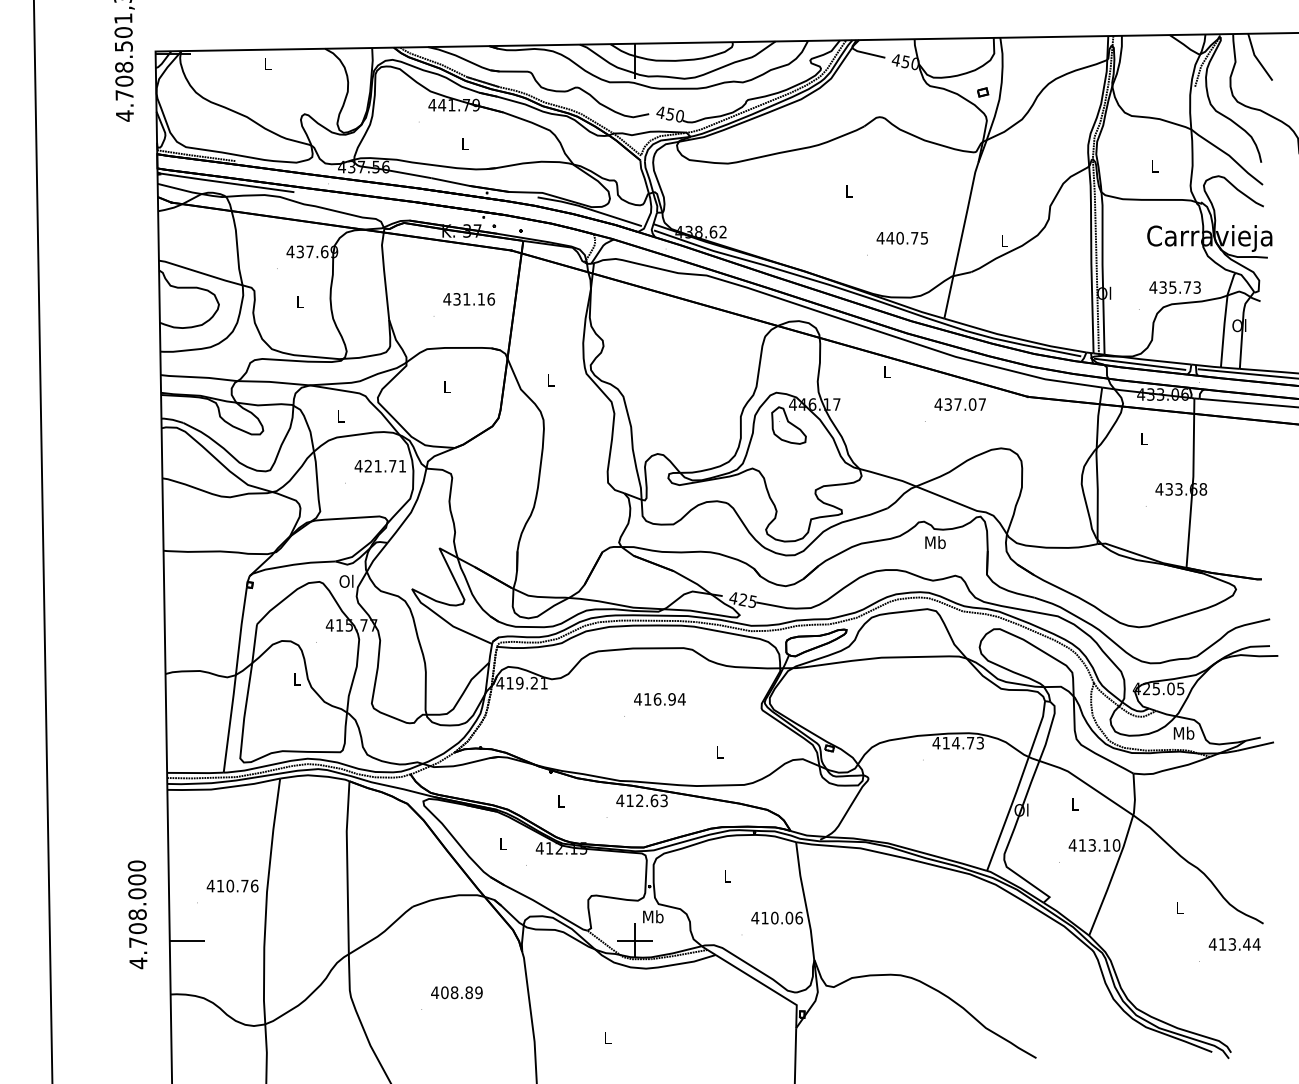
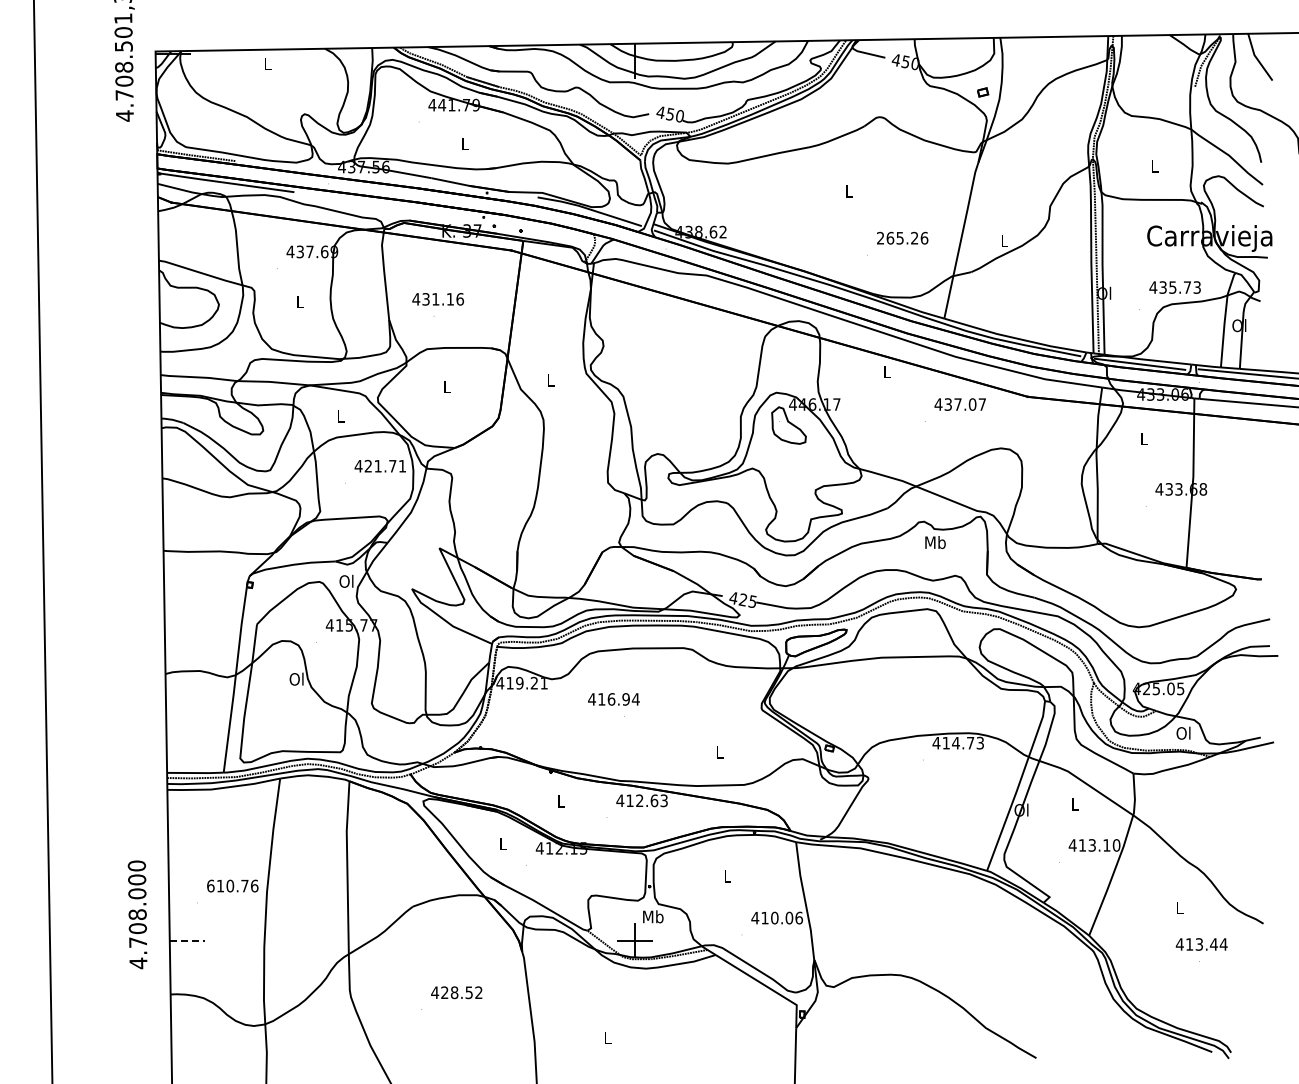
text at (902, 237): 440.75 -> 265.26
text at (468, 299) position: (468, 299) -> (437, 299)
text at (296, 678): L -> Ol
text at (659, 699) position: (659, 699) -> (613, 699)
text at (1183, 732): Mb -> Ol
text at (210, 885): 410.76 -> 610.76
line at (187, 940): solid -> dashed
text at (1234, 944) position: (1234, 944) -> (1201, 944)
text at (461, 992): 408.89 -> 428.52
